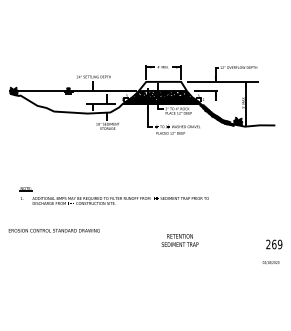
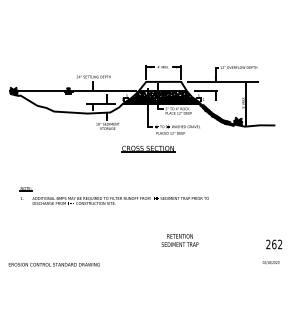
part at (148, 148): none -> present
text at (53, 230) position: (53, 230) -> (53, 264)
text at (279, 244): 269 -> 262
